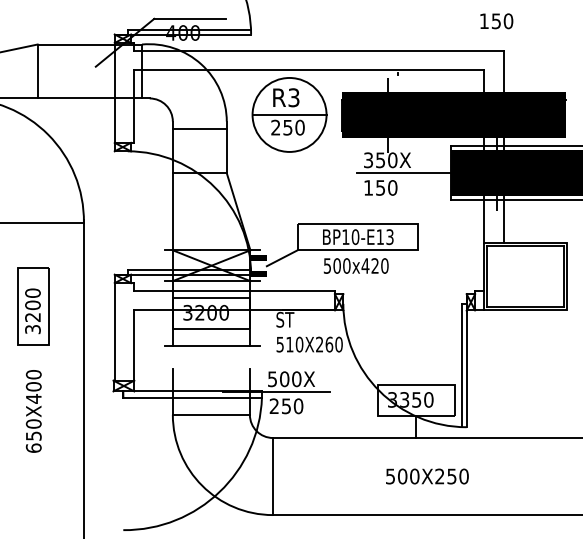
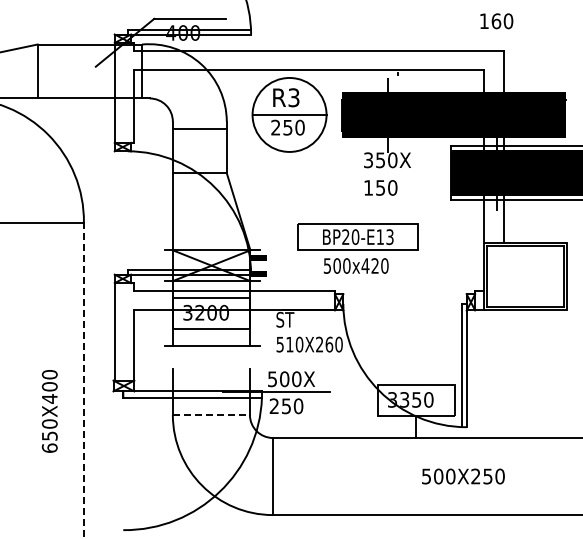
text at (496, 21): 150 -> 160
line at (403, 173): present -> none
text at (345, 236): BP10-E13 -> BP20-E13
line at (282, 257): present -> none
part at (33, 306): present -> none
line at (83, 378): solid -> dashed
text at (33, 411) position: (33, 411) -> (49, 411)
line at (211, 414): solid -> dashed
text at (427, 476) position: (427, 476) -> (463, 476)
